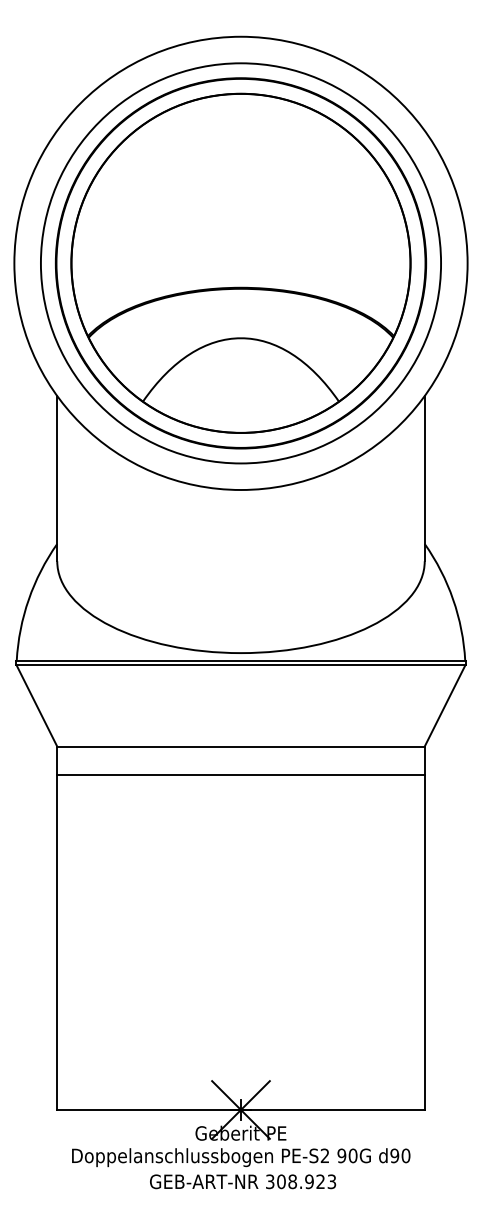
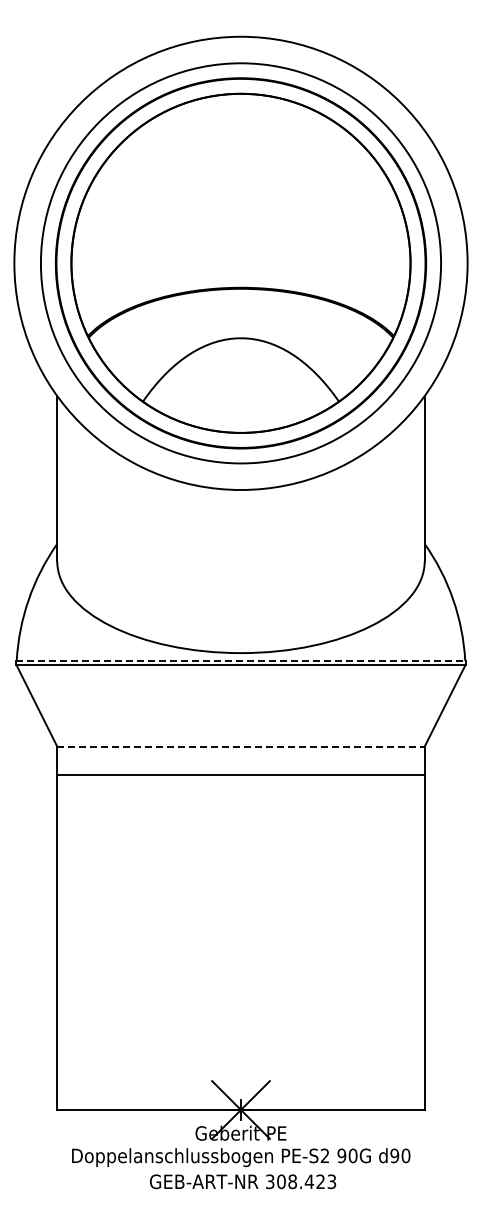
line at (241, 660): solid -> dashed
line at (241, 746): solid -> dashed
text at (309, 1181): 308.923 -> 308.423
